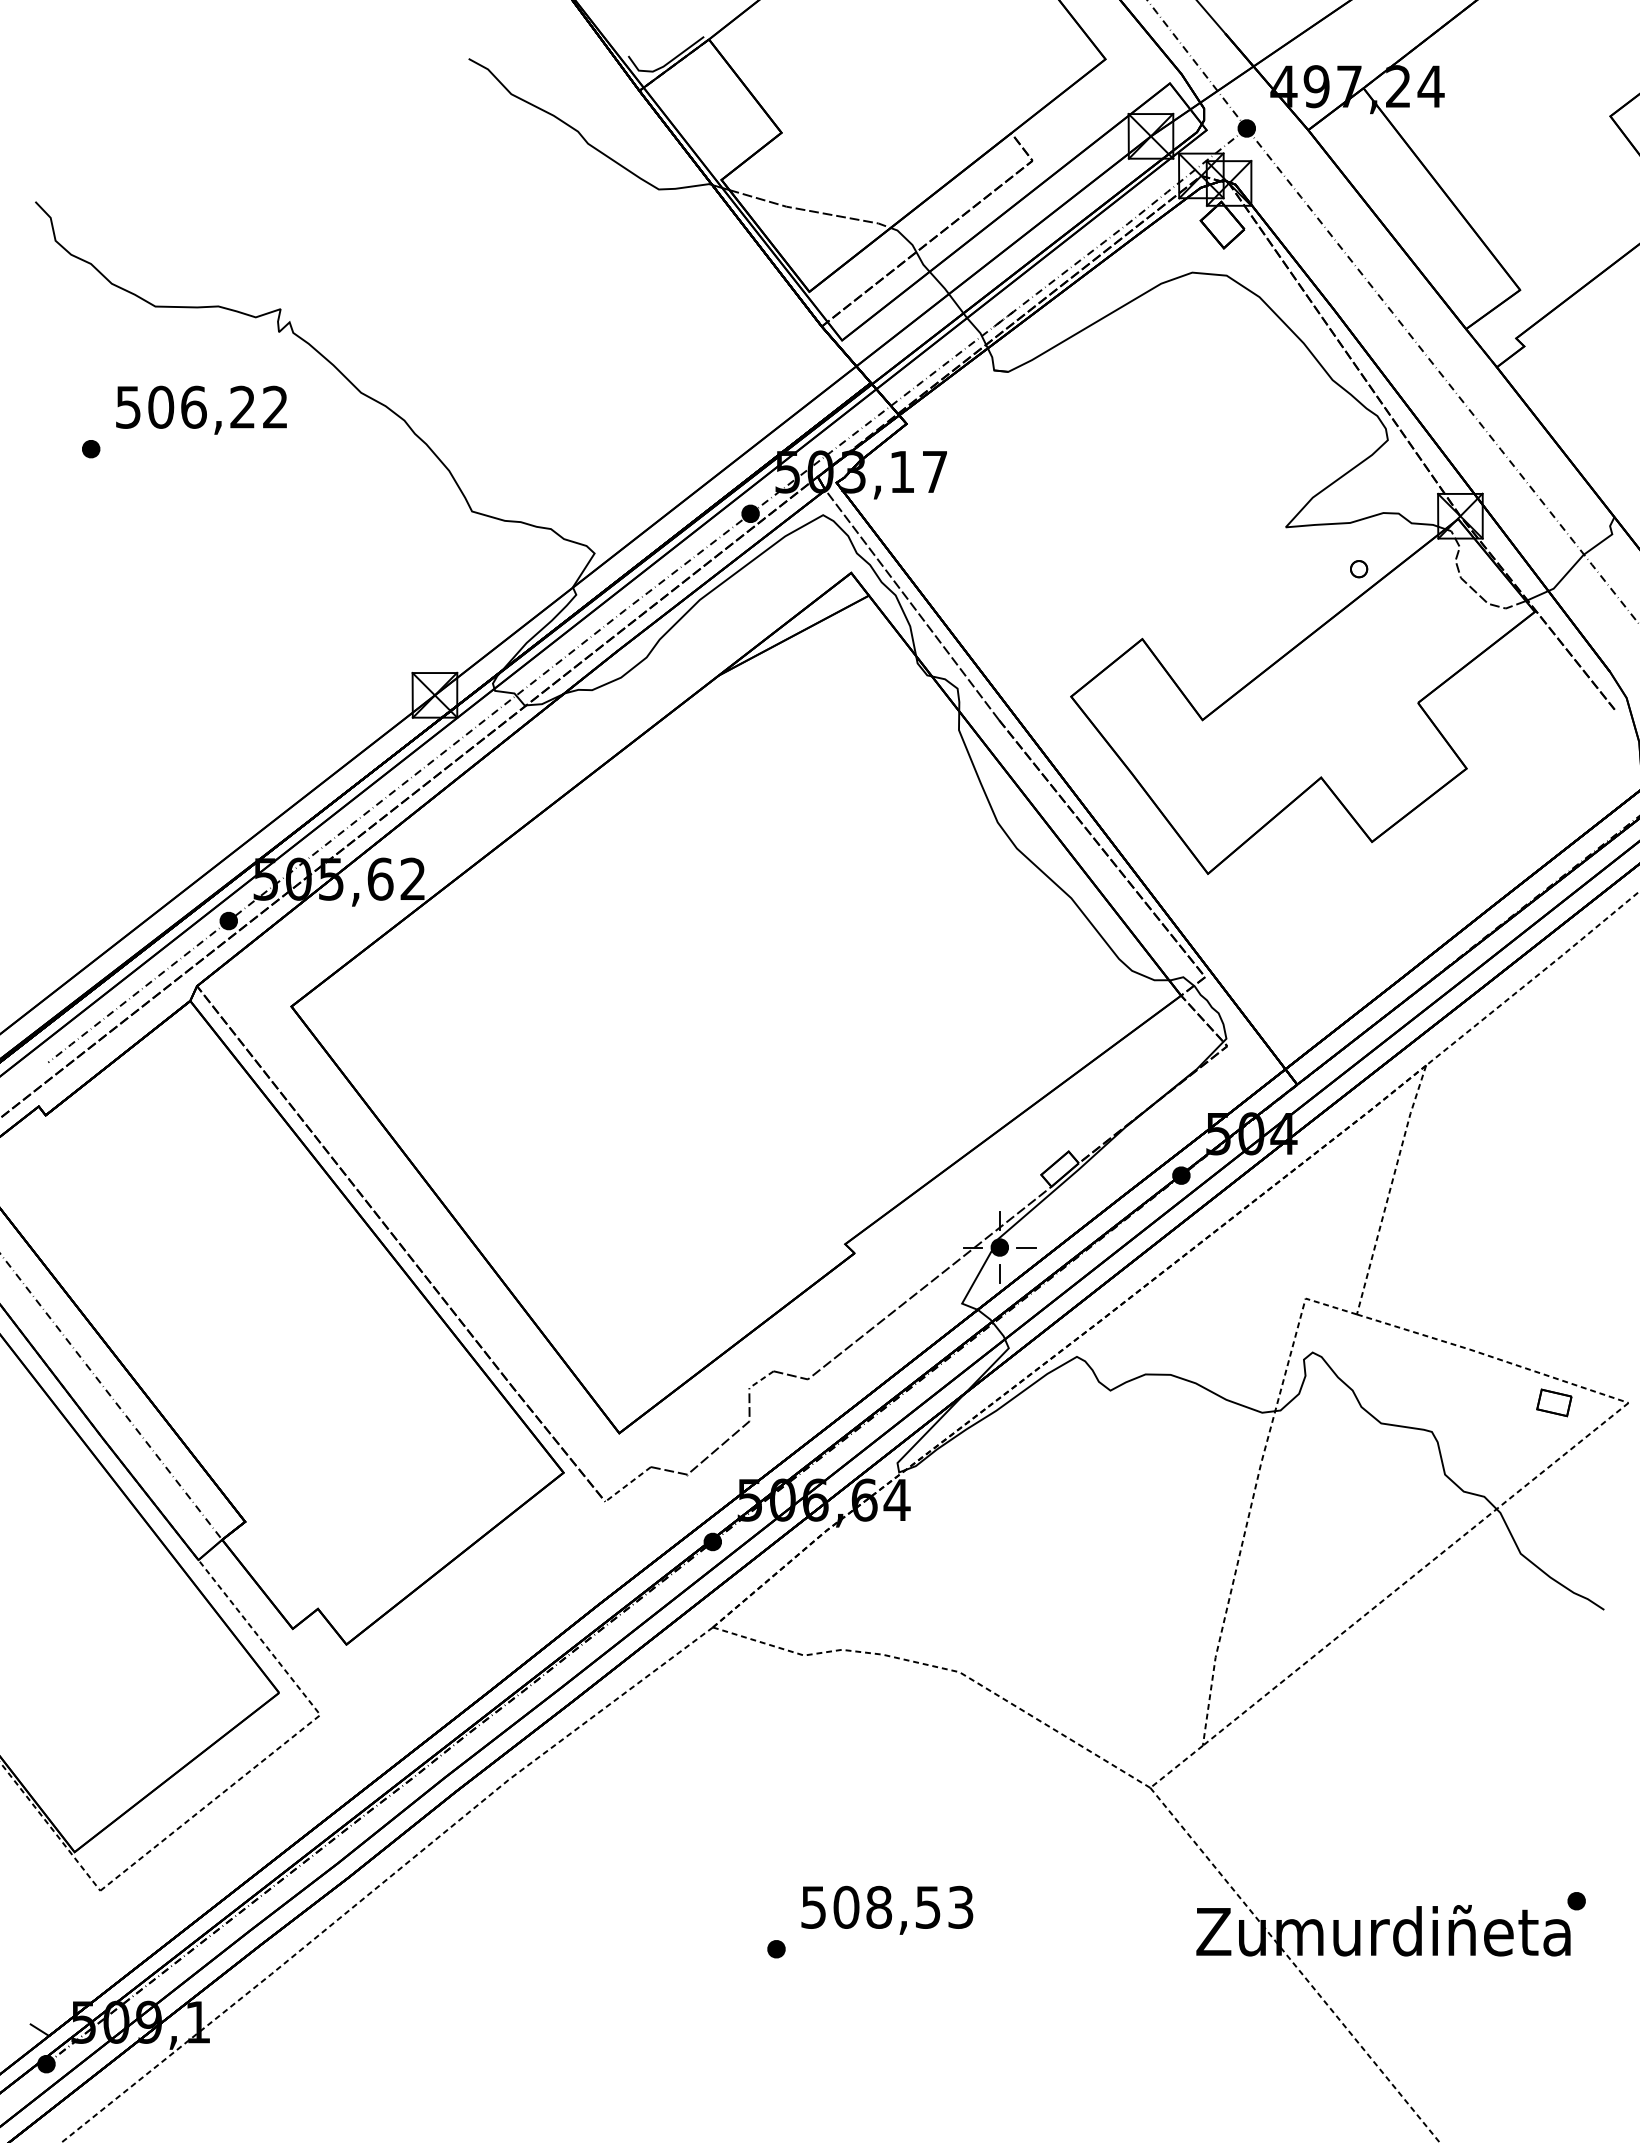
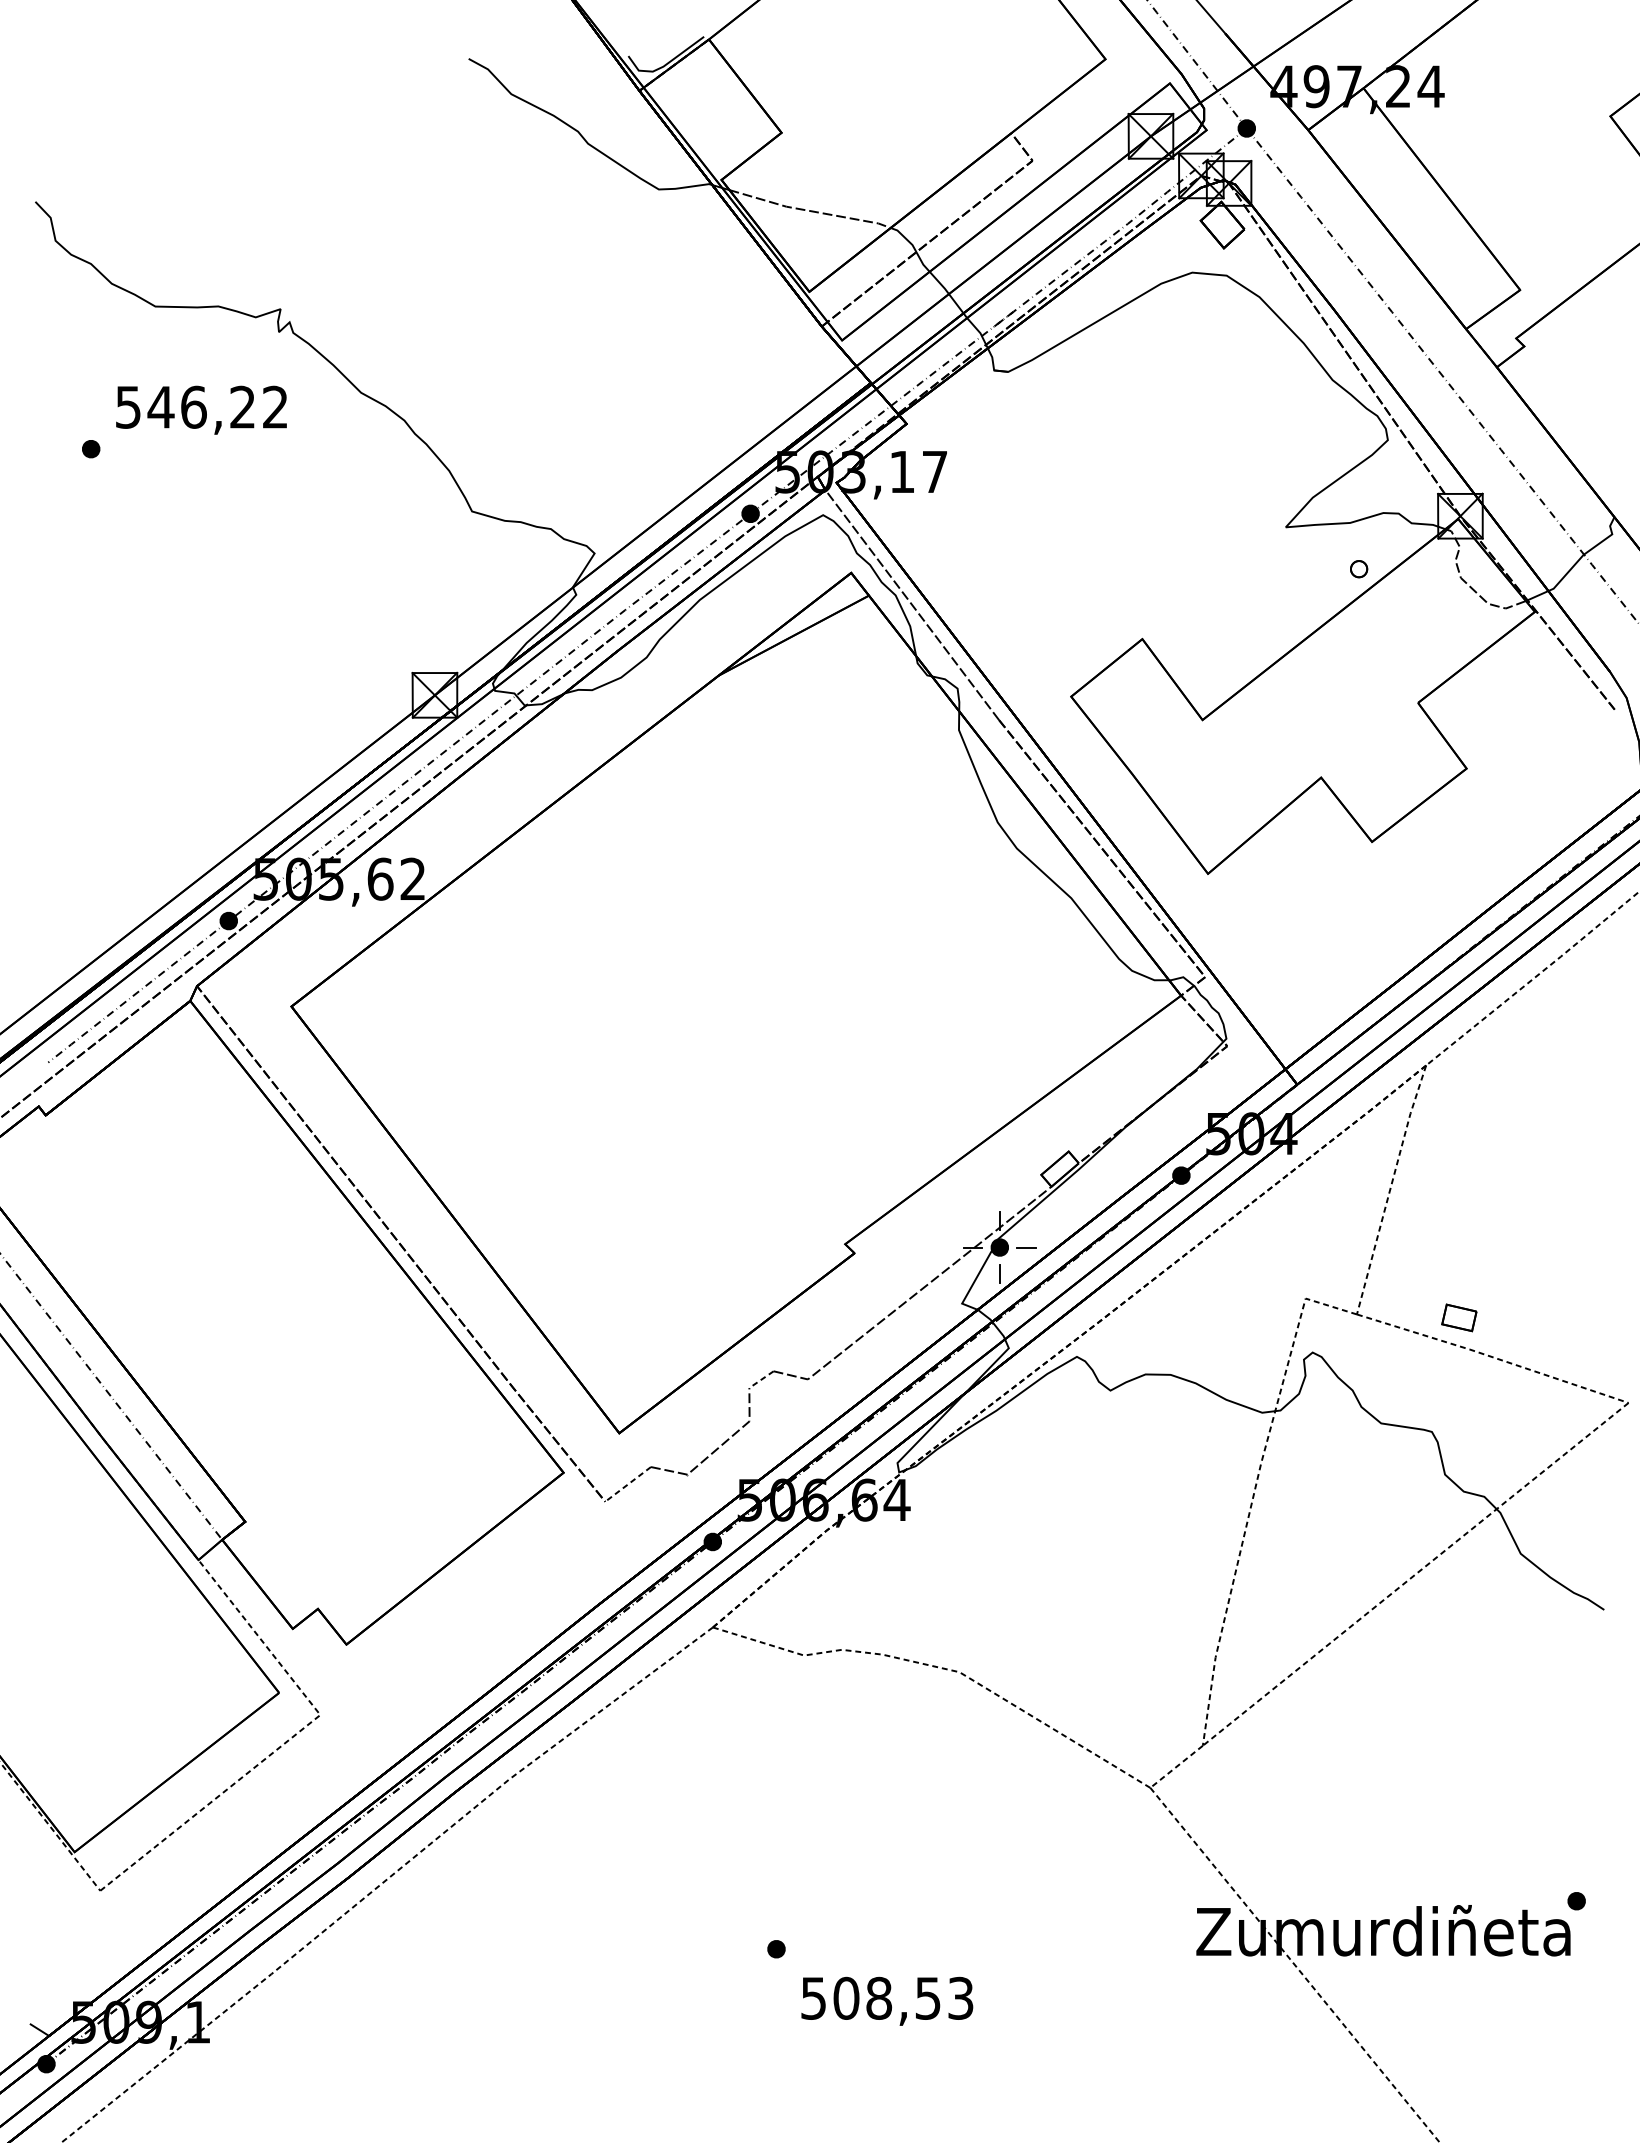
text at (160, 406): 506,22 -> 546,22
part at (1554, 1402) position: (1554, 1402) -> (1459, 1317)
text at (887, 1909) position: (887, 1909) -> (887, 2000)
